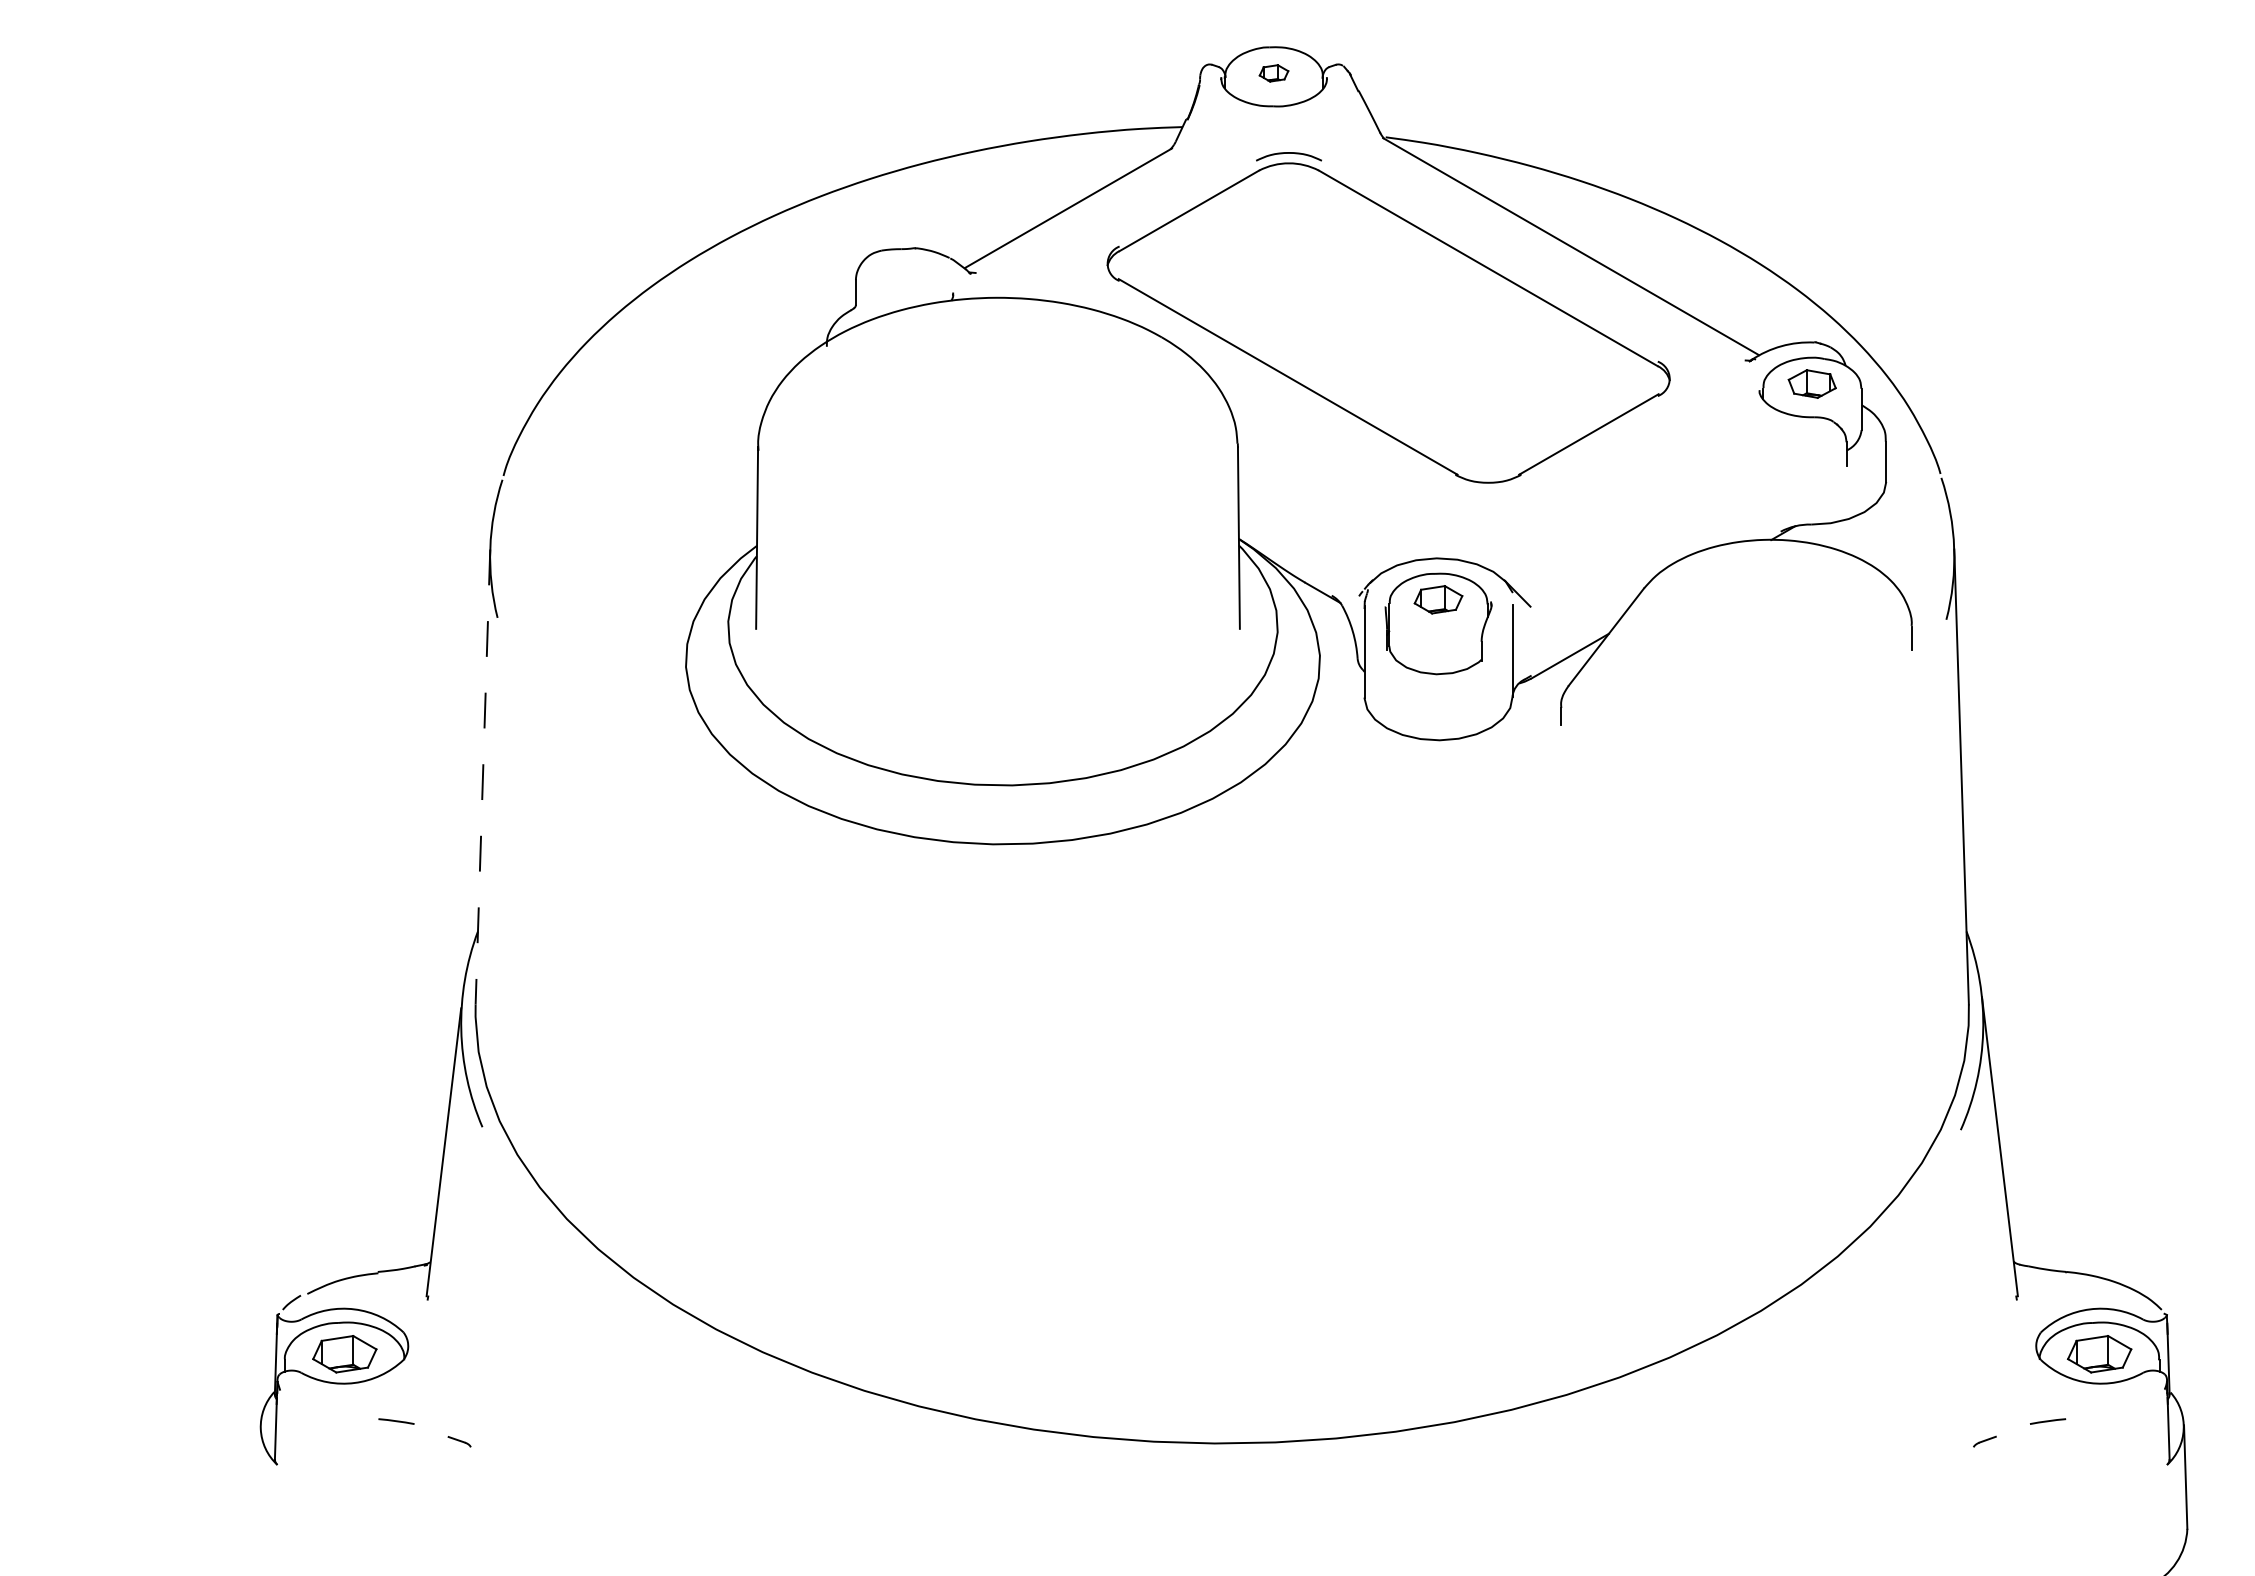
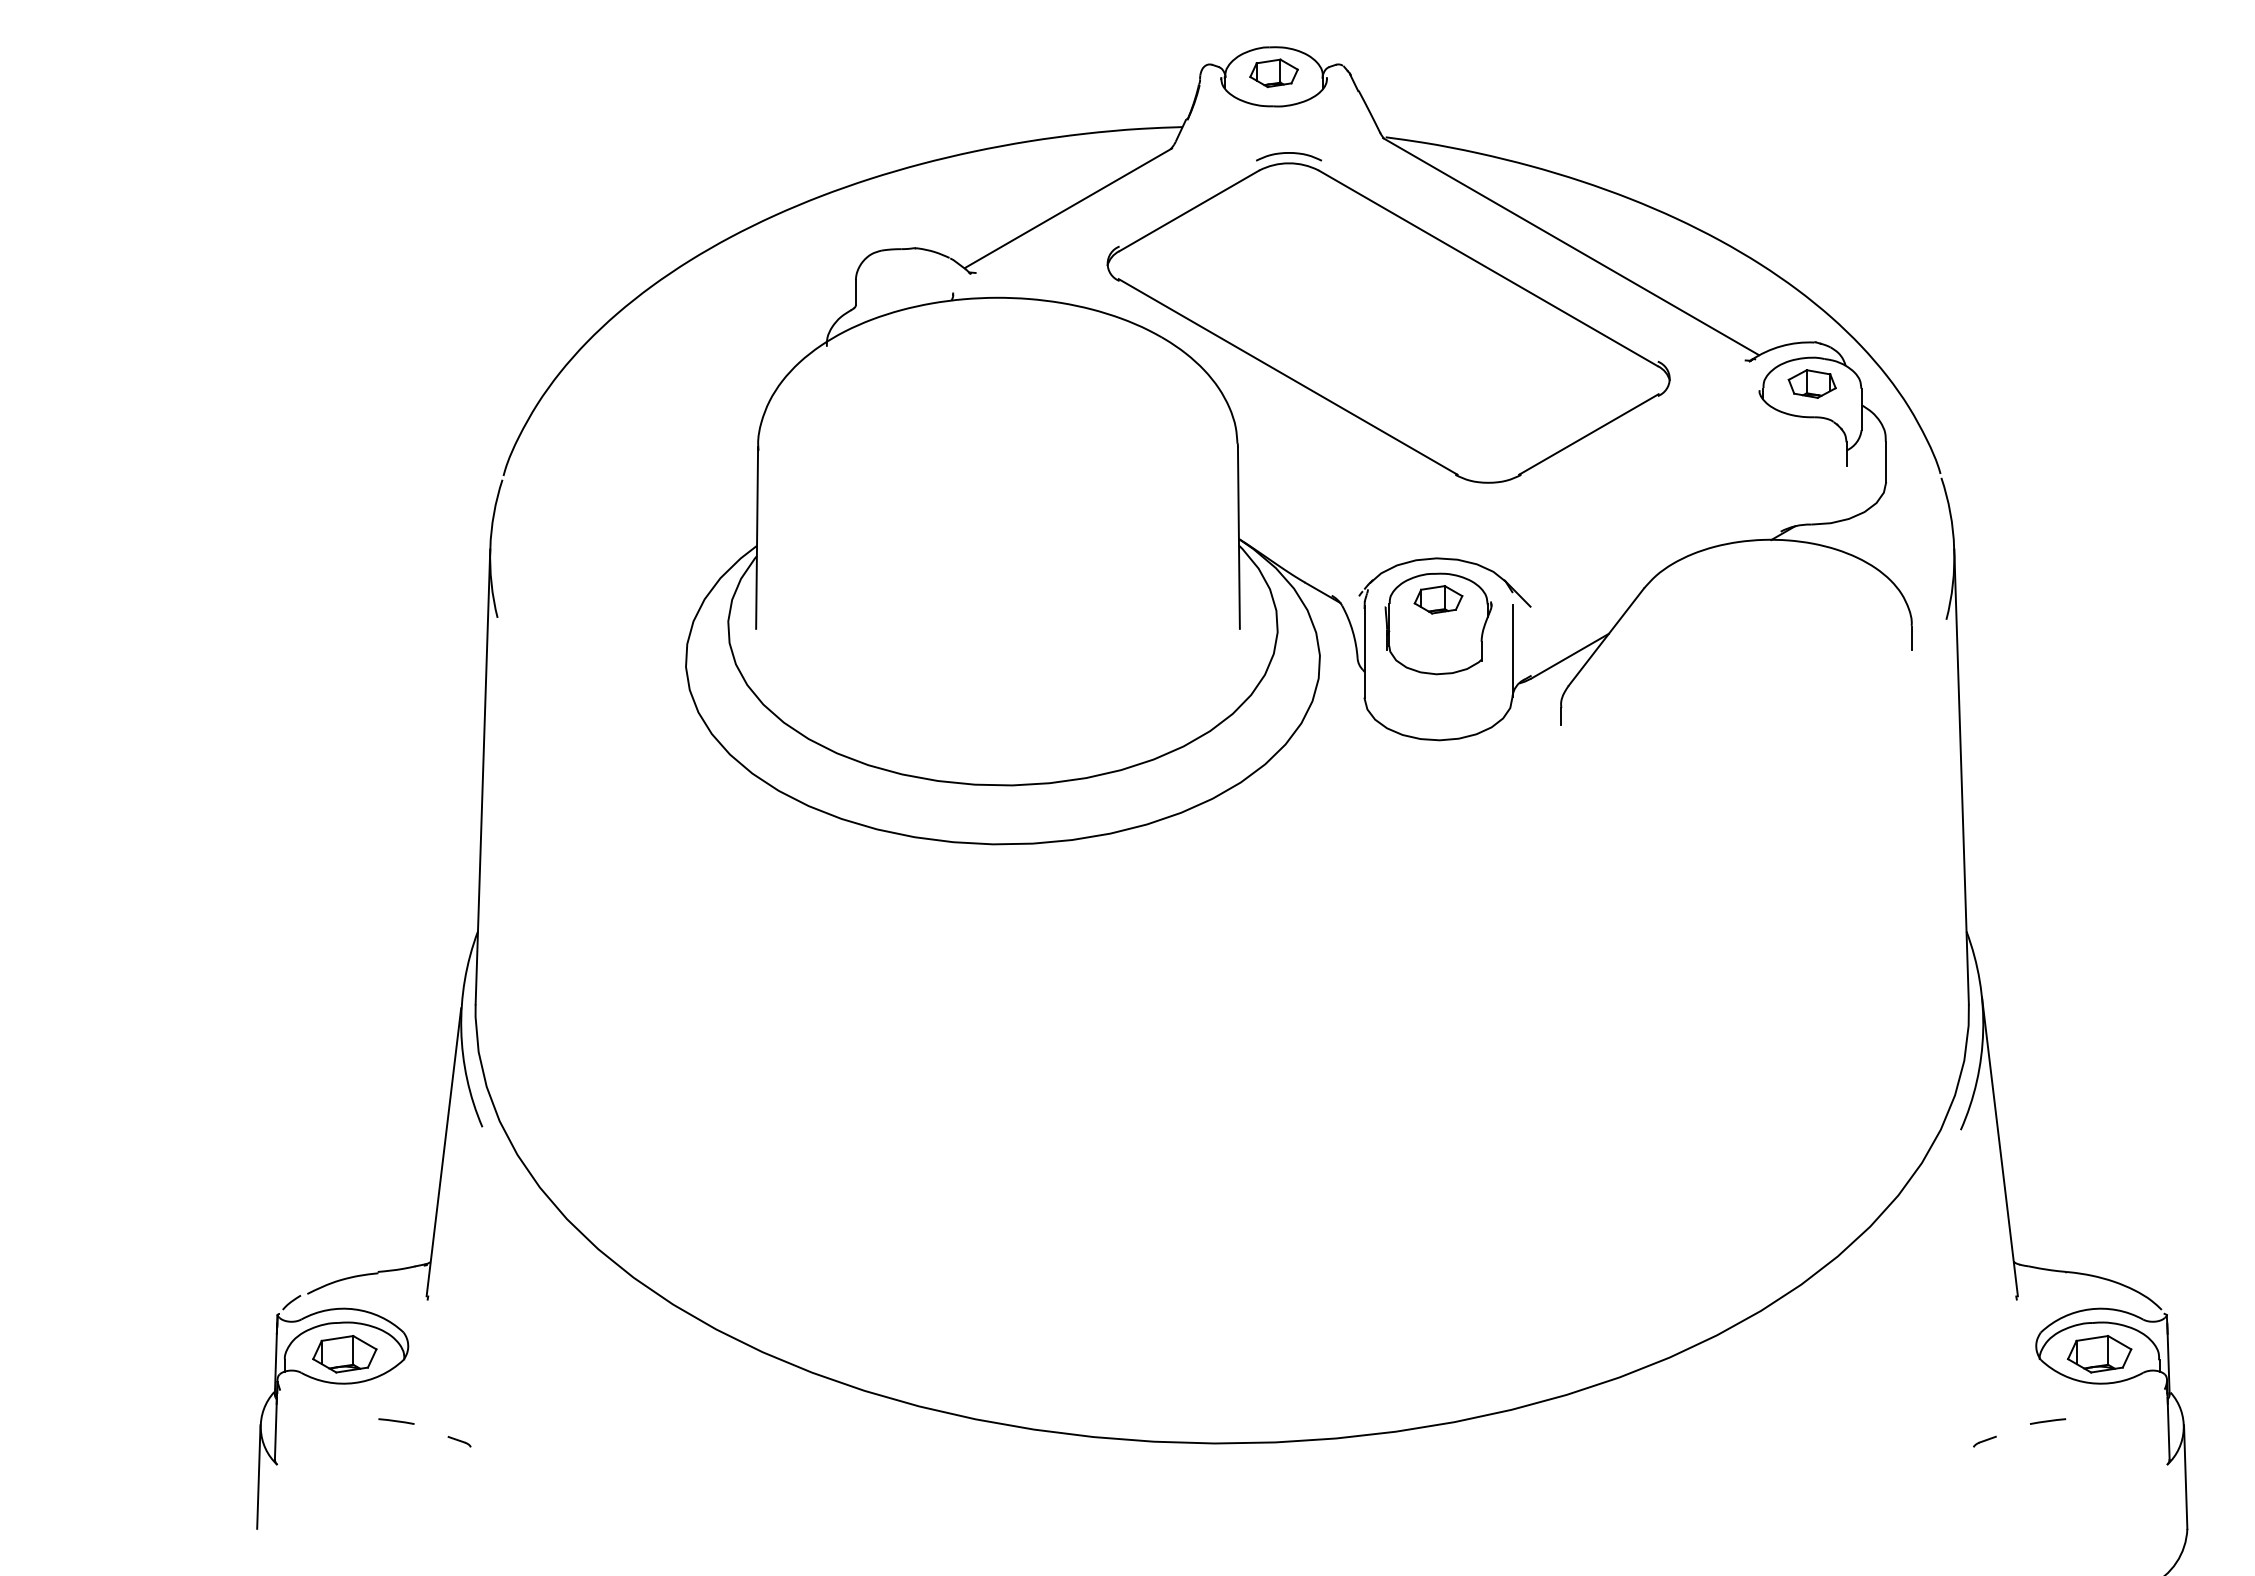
part at (1273, 73) size: 32x19 px -> 50x31 px
line at (482, 776): dashed -> solid
line at (258, 1476): none -> present
